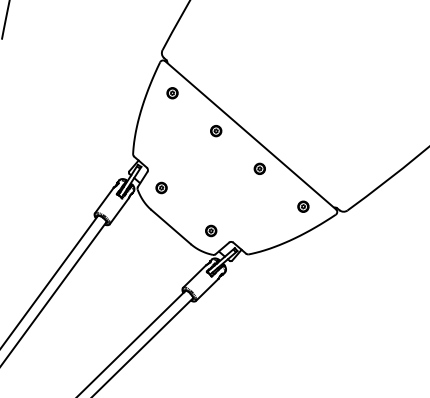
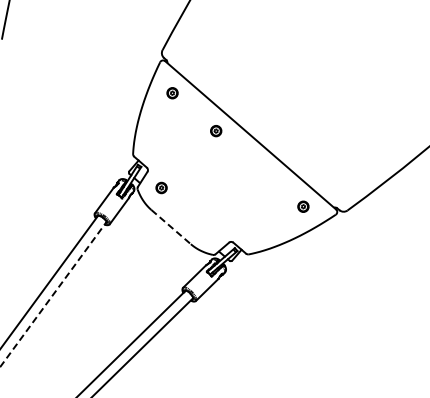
part at (259, 168): present -> none
line at (171, 227): solid -> dashed
part at (211, 230): present -> none
line at (53, 294): solid -> dashed
